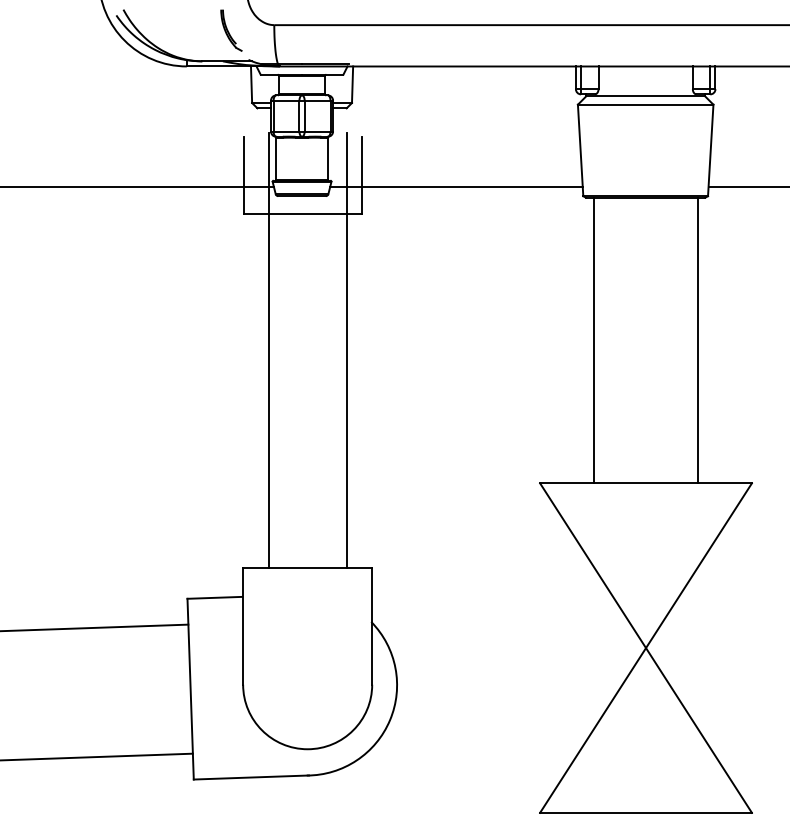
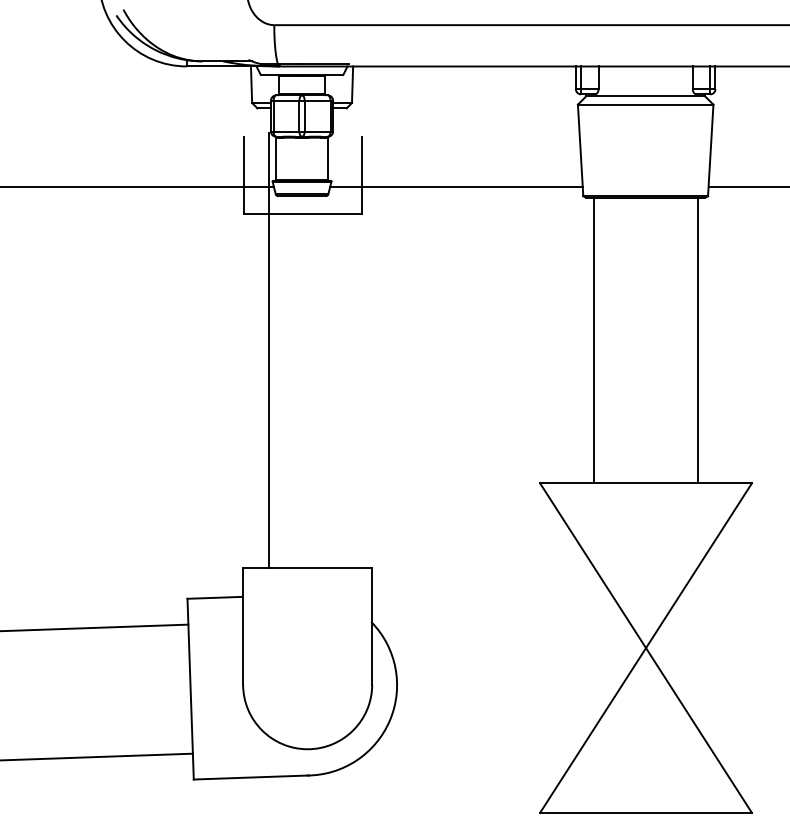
part at (231, 30): present -> none
line at (346, 350): present -> none
